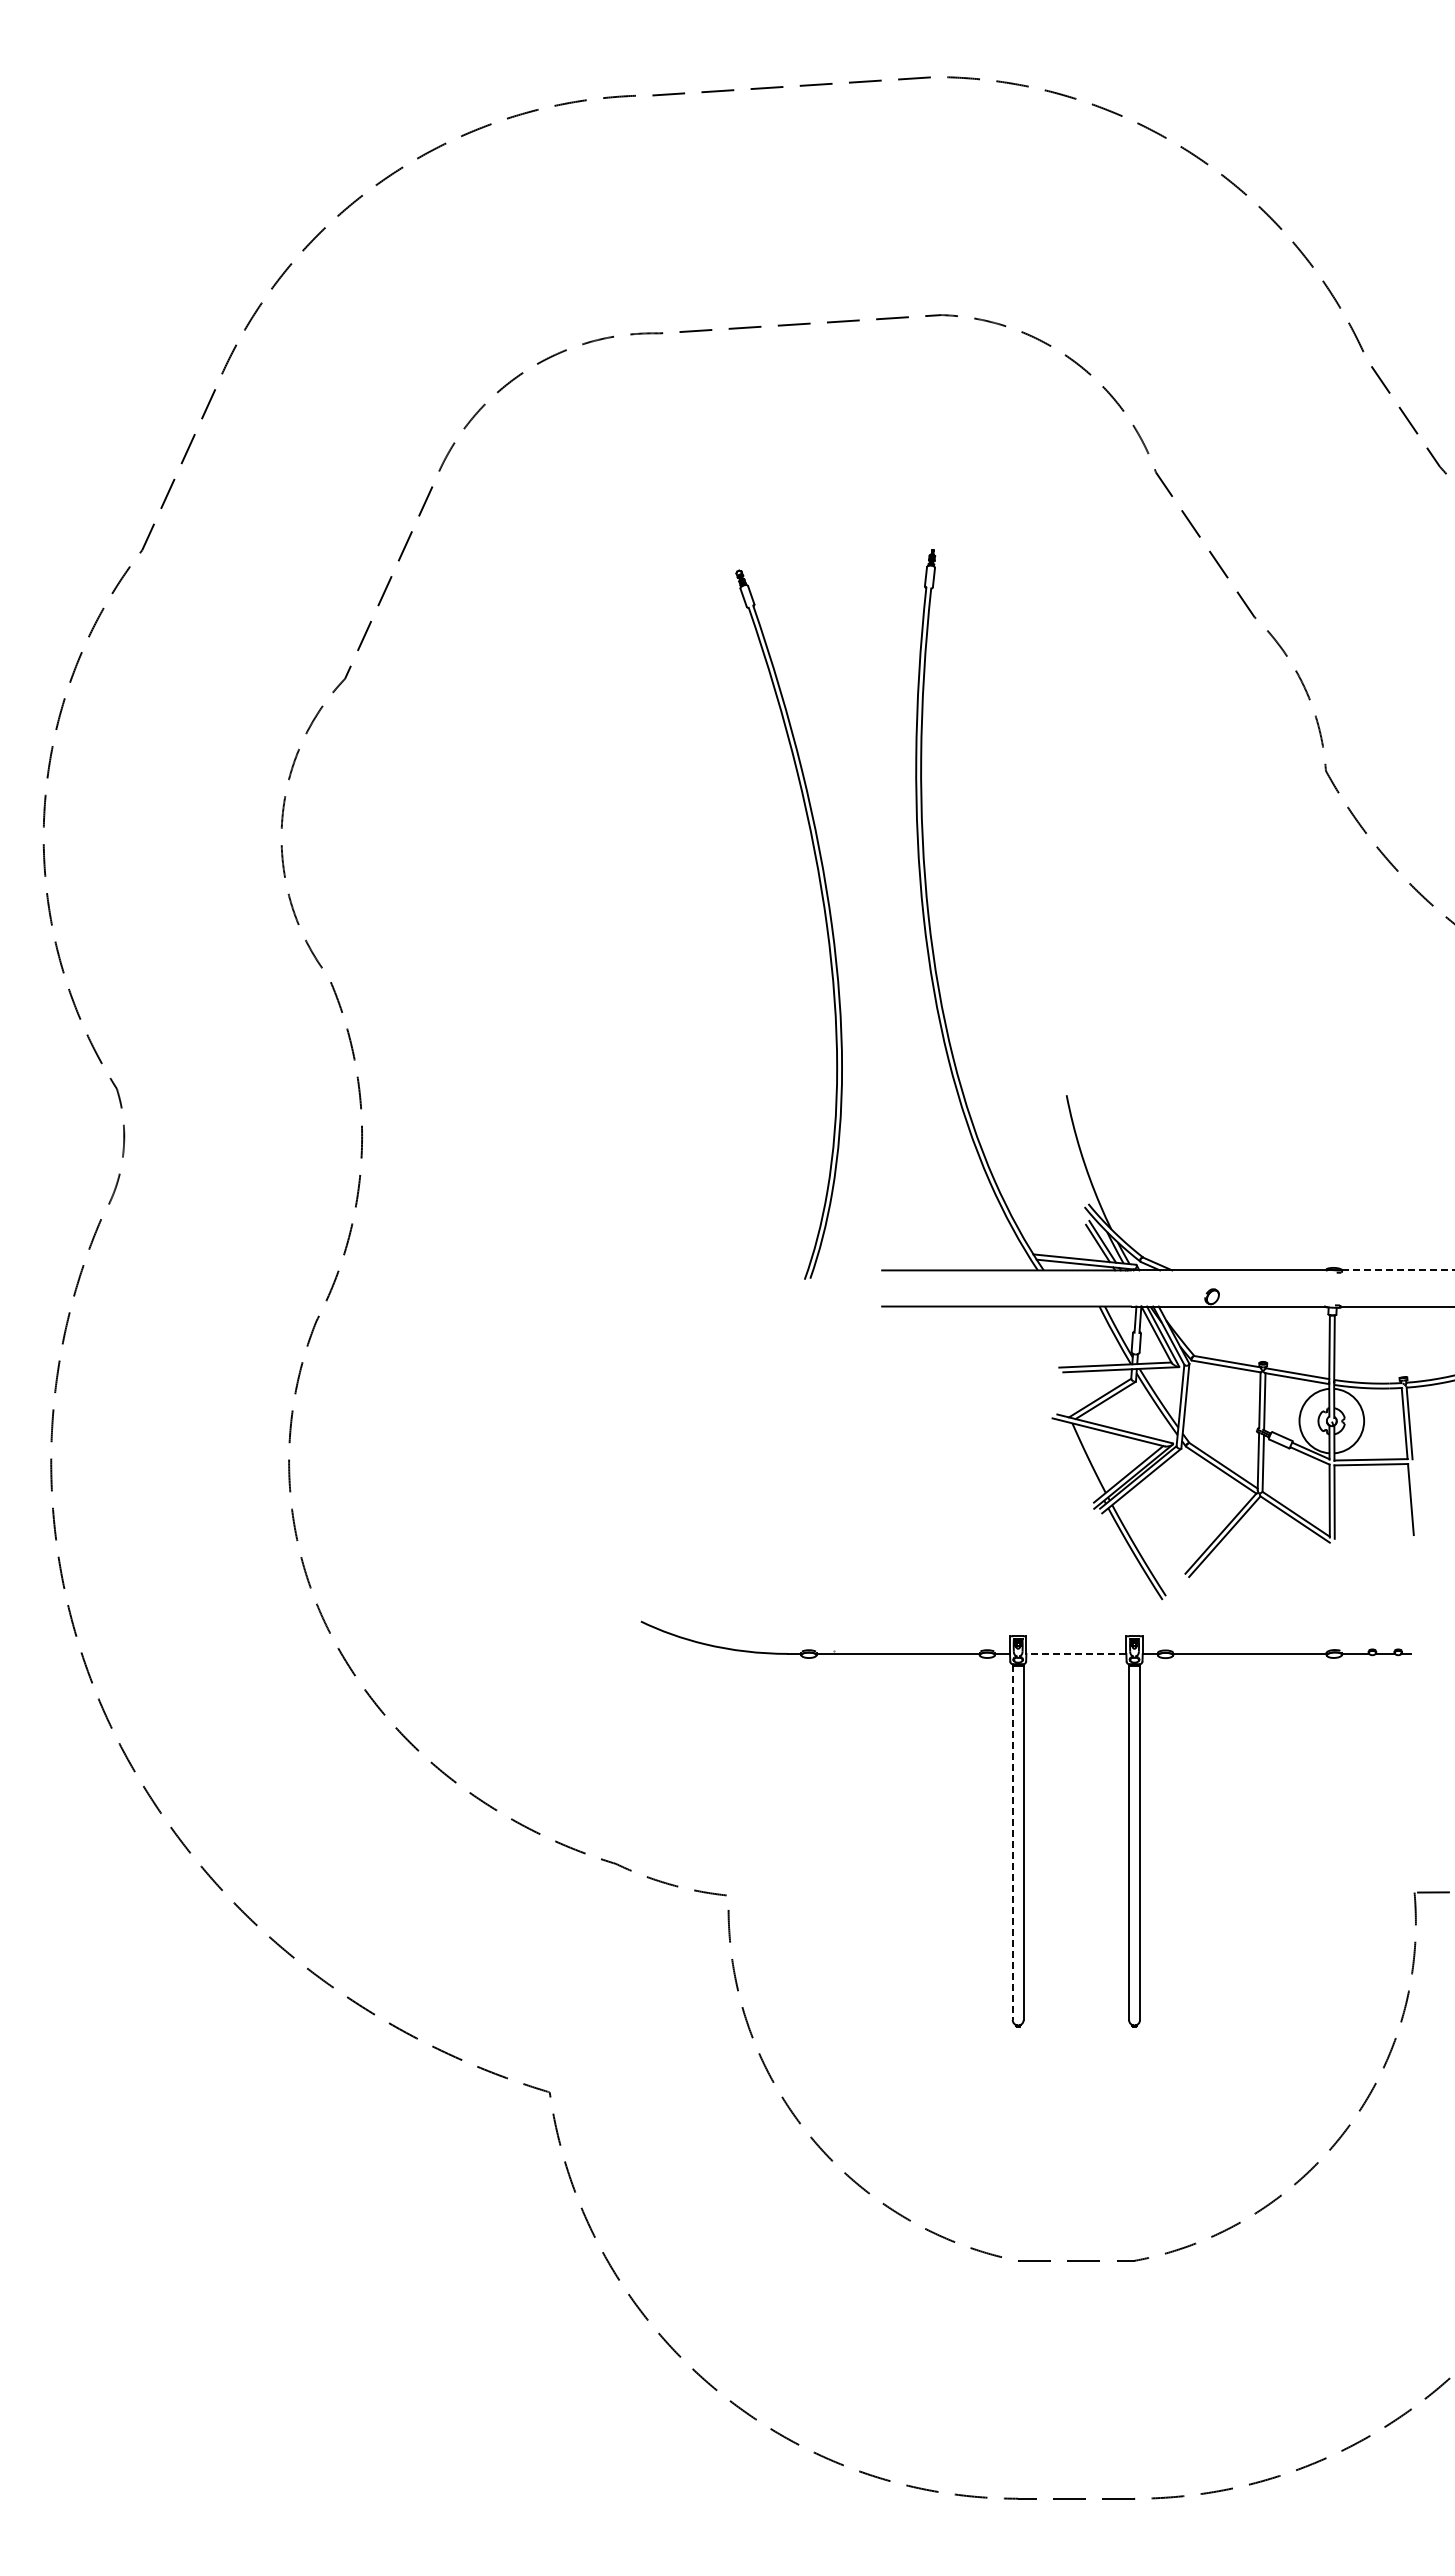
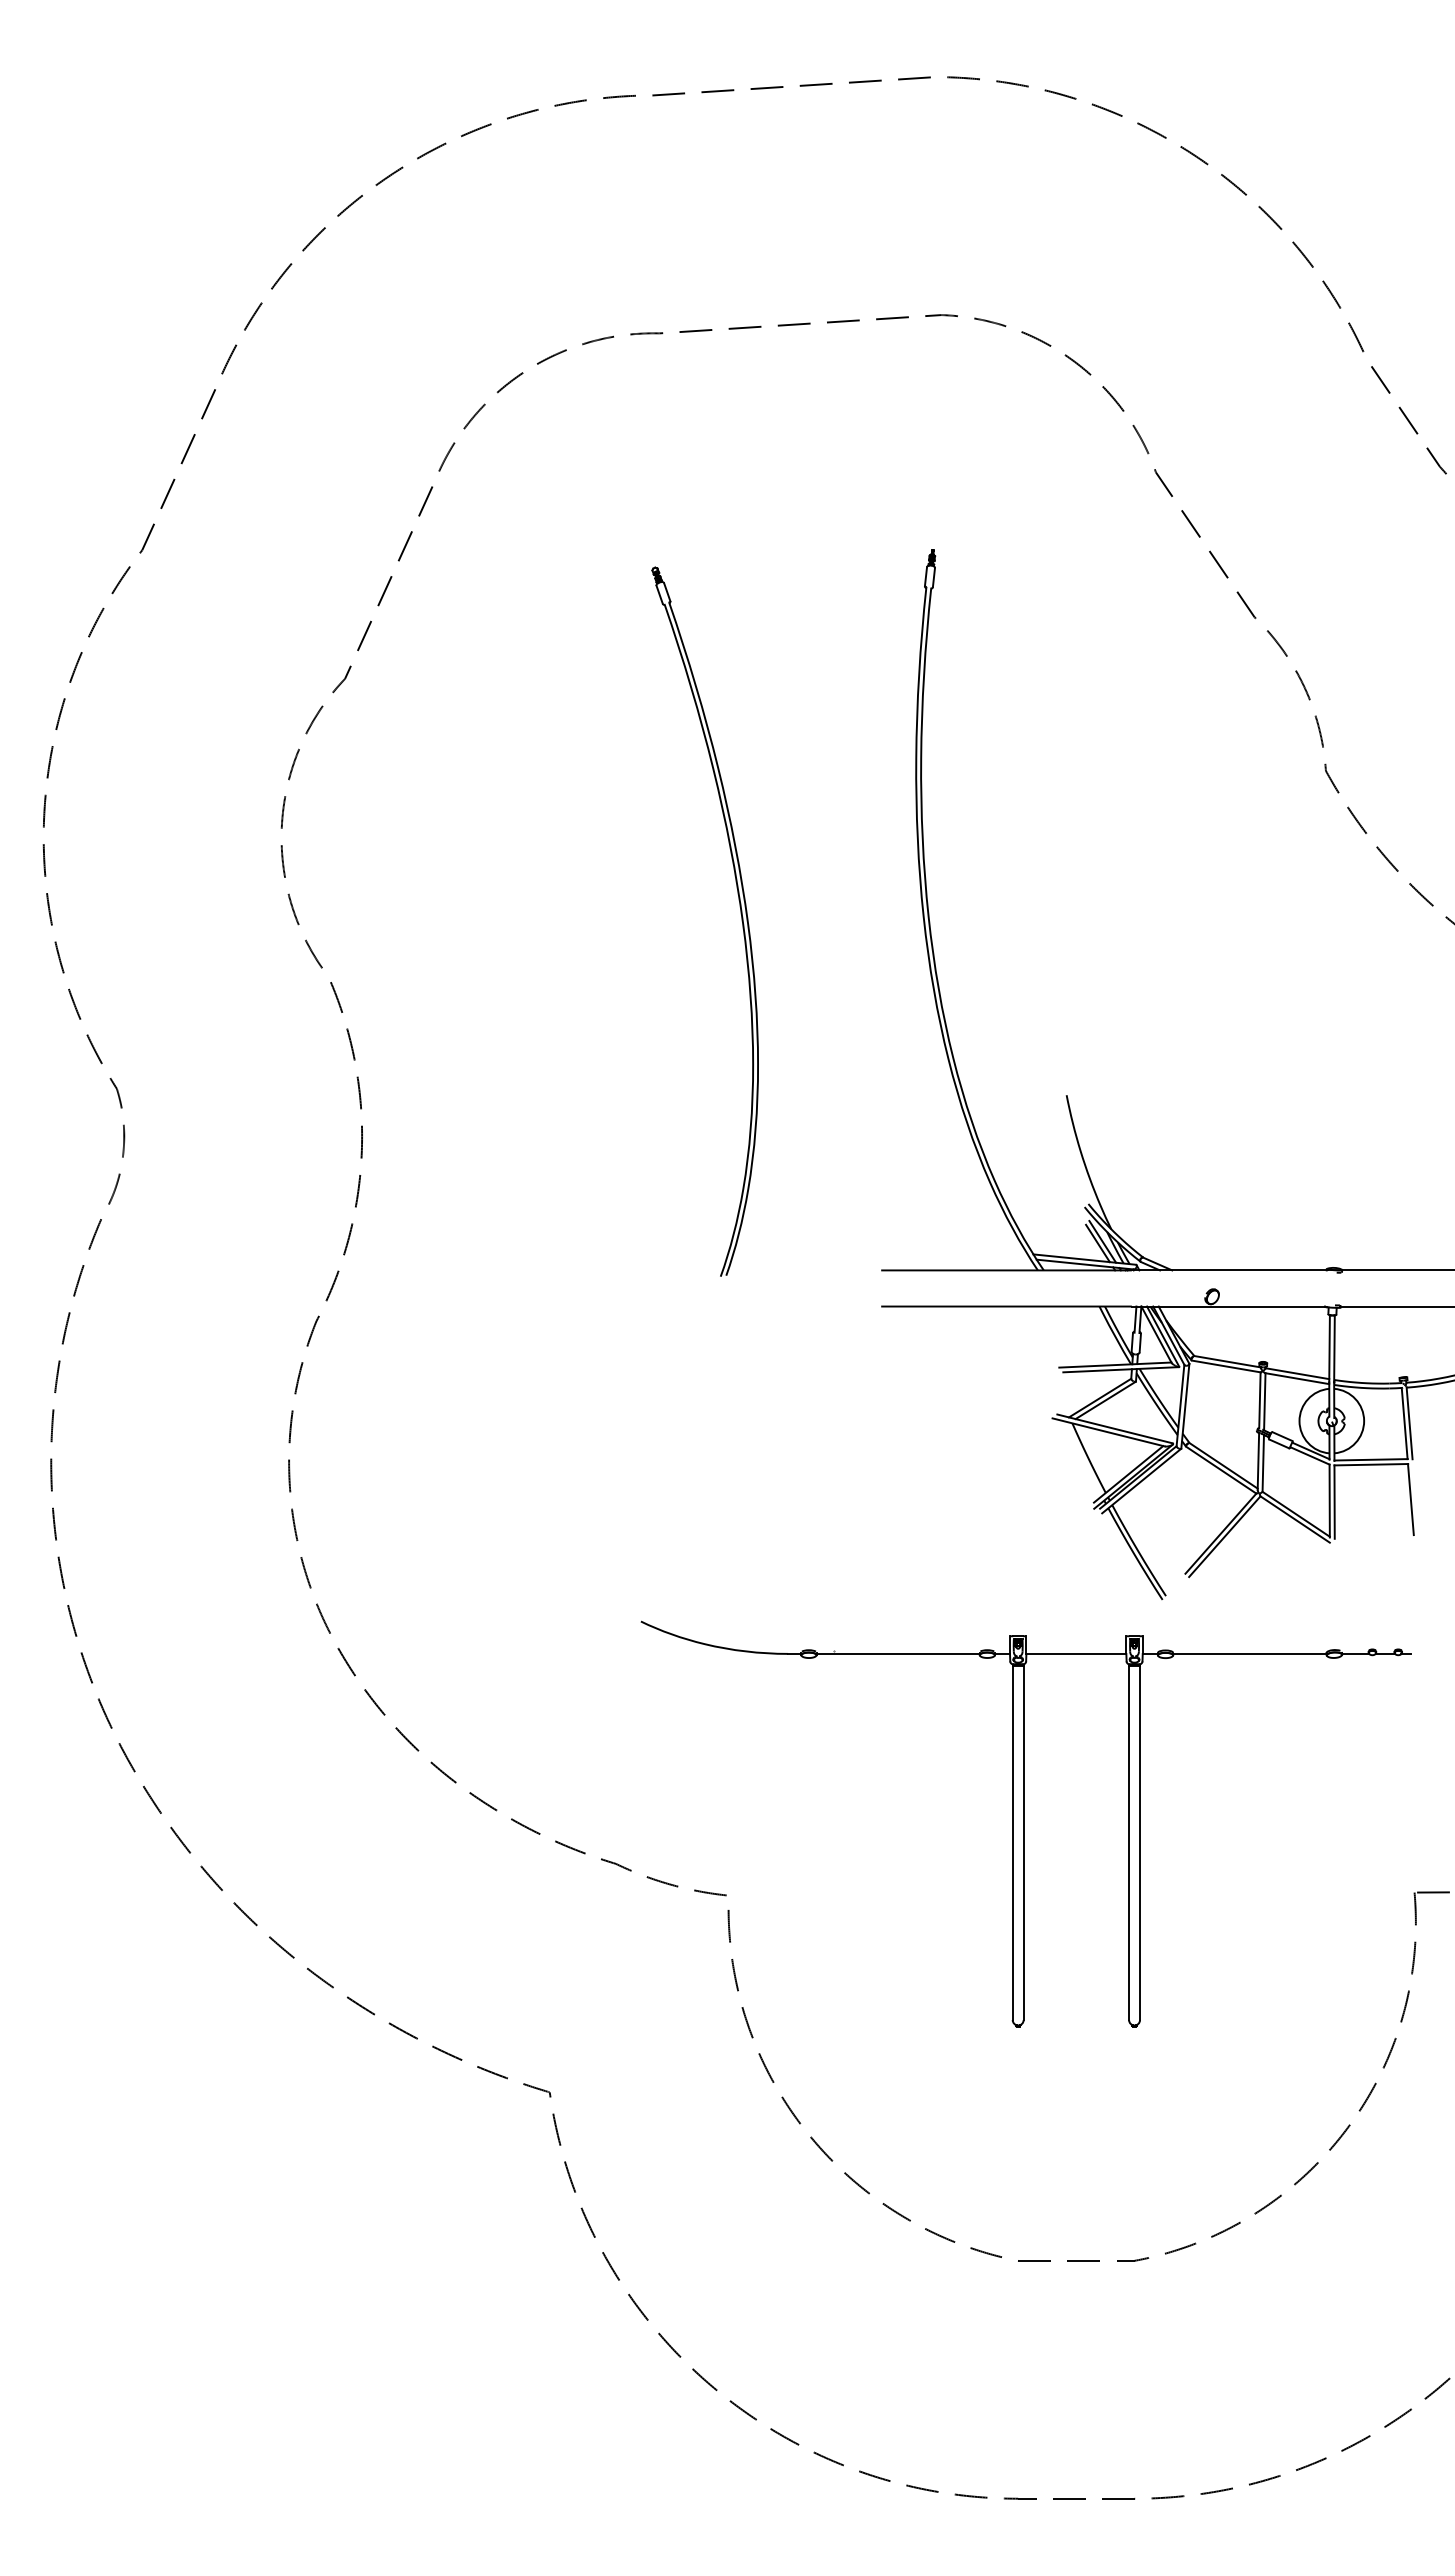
part at (824, 917) position: (824, 917) -> (740, 914)
line at (1398, 1270): dashed -> solid
line at (1076, 1653): dashed -> solid
line at (1012, 1843): dashed -> solid
